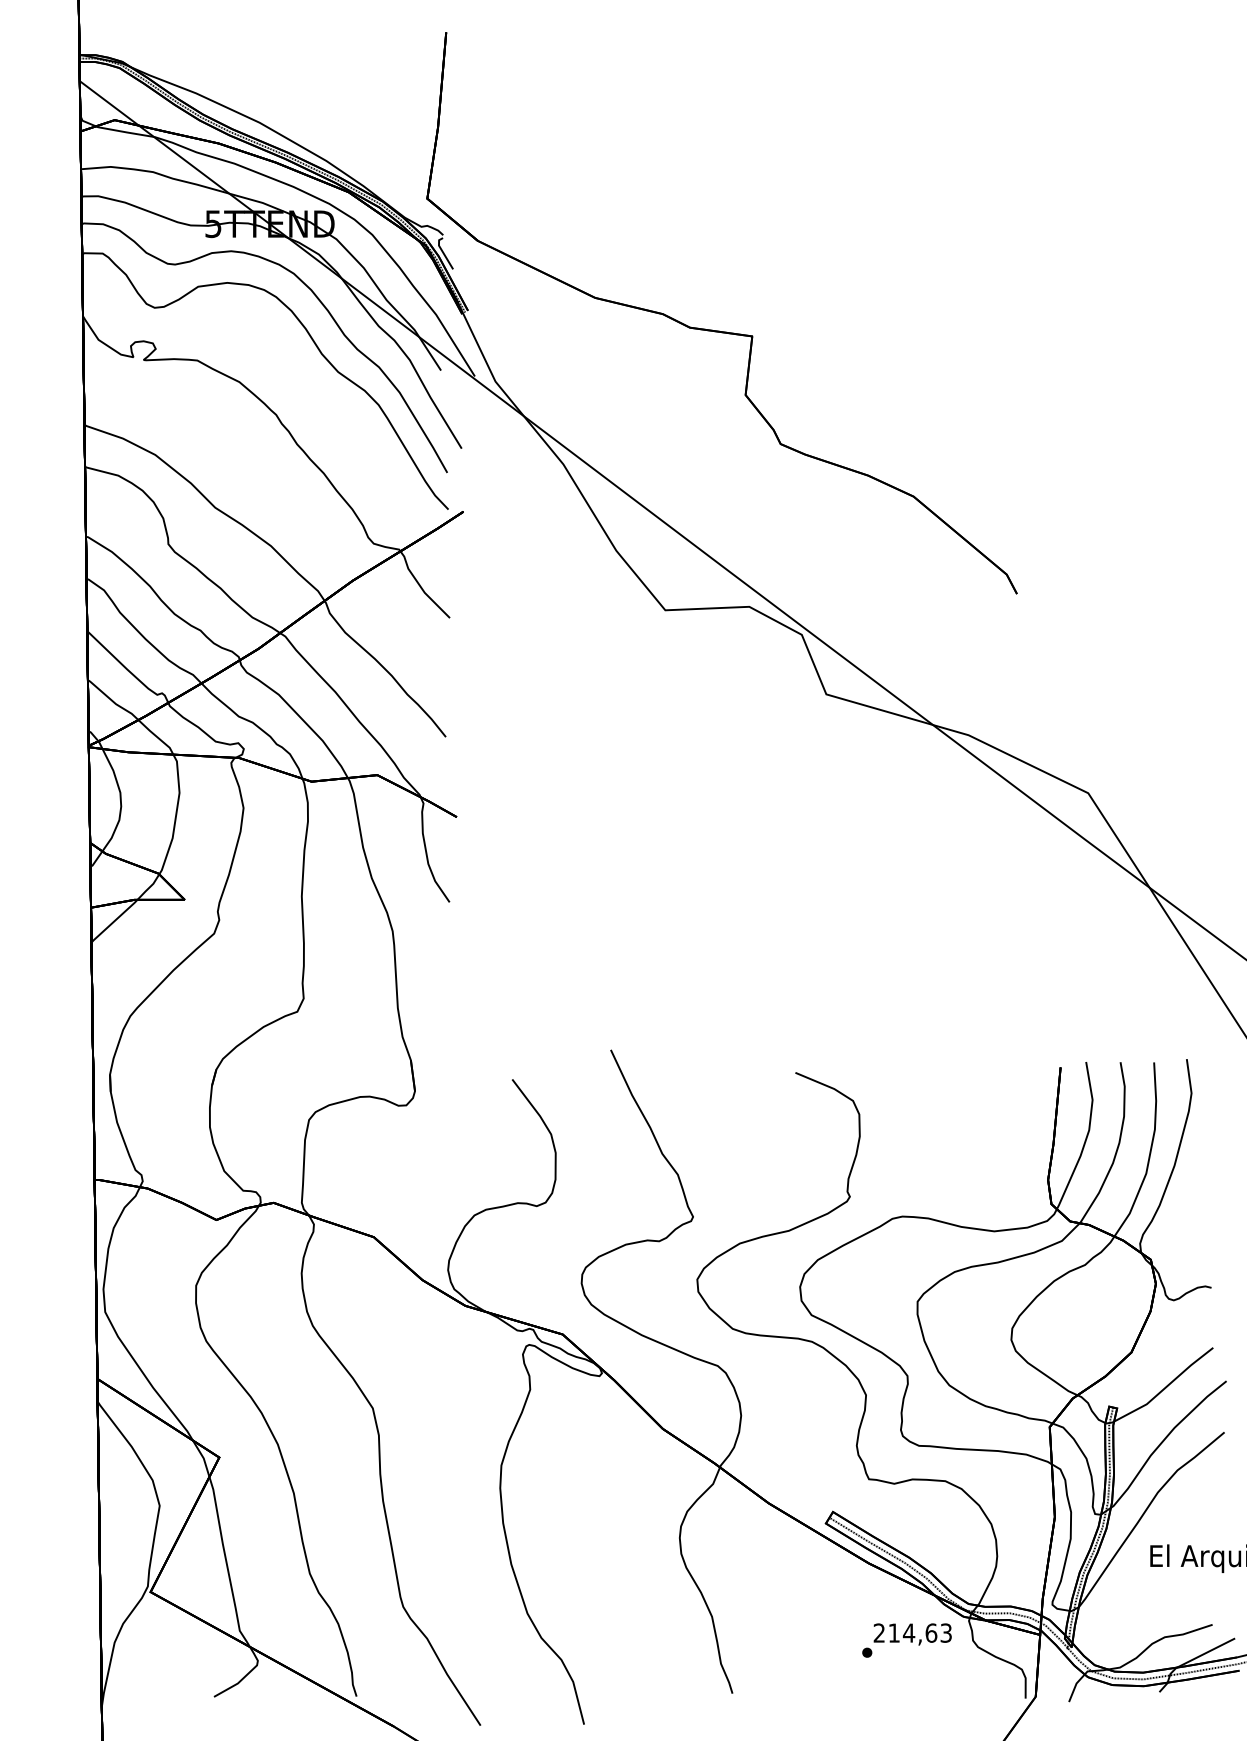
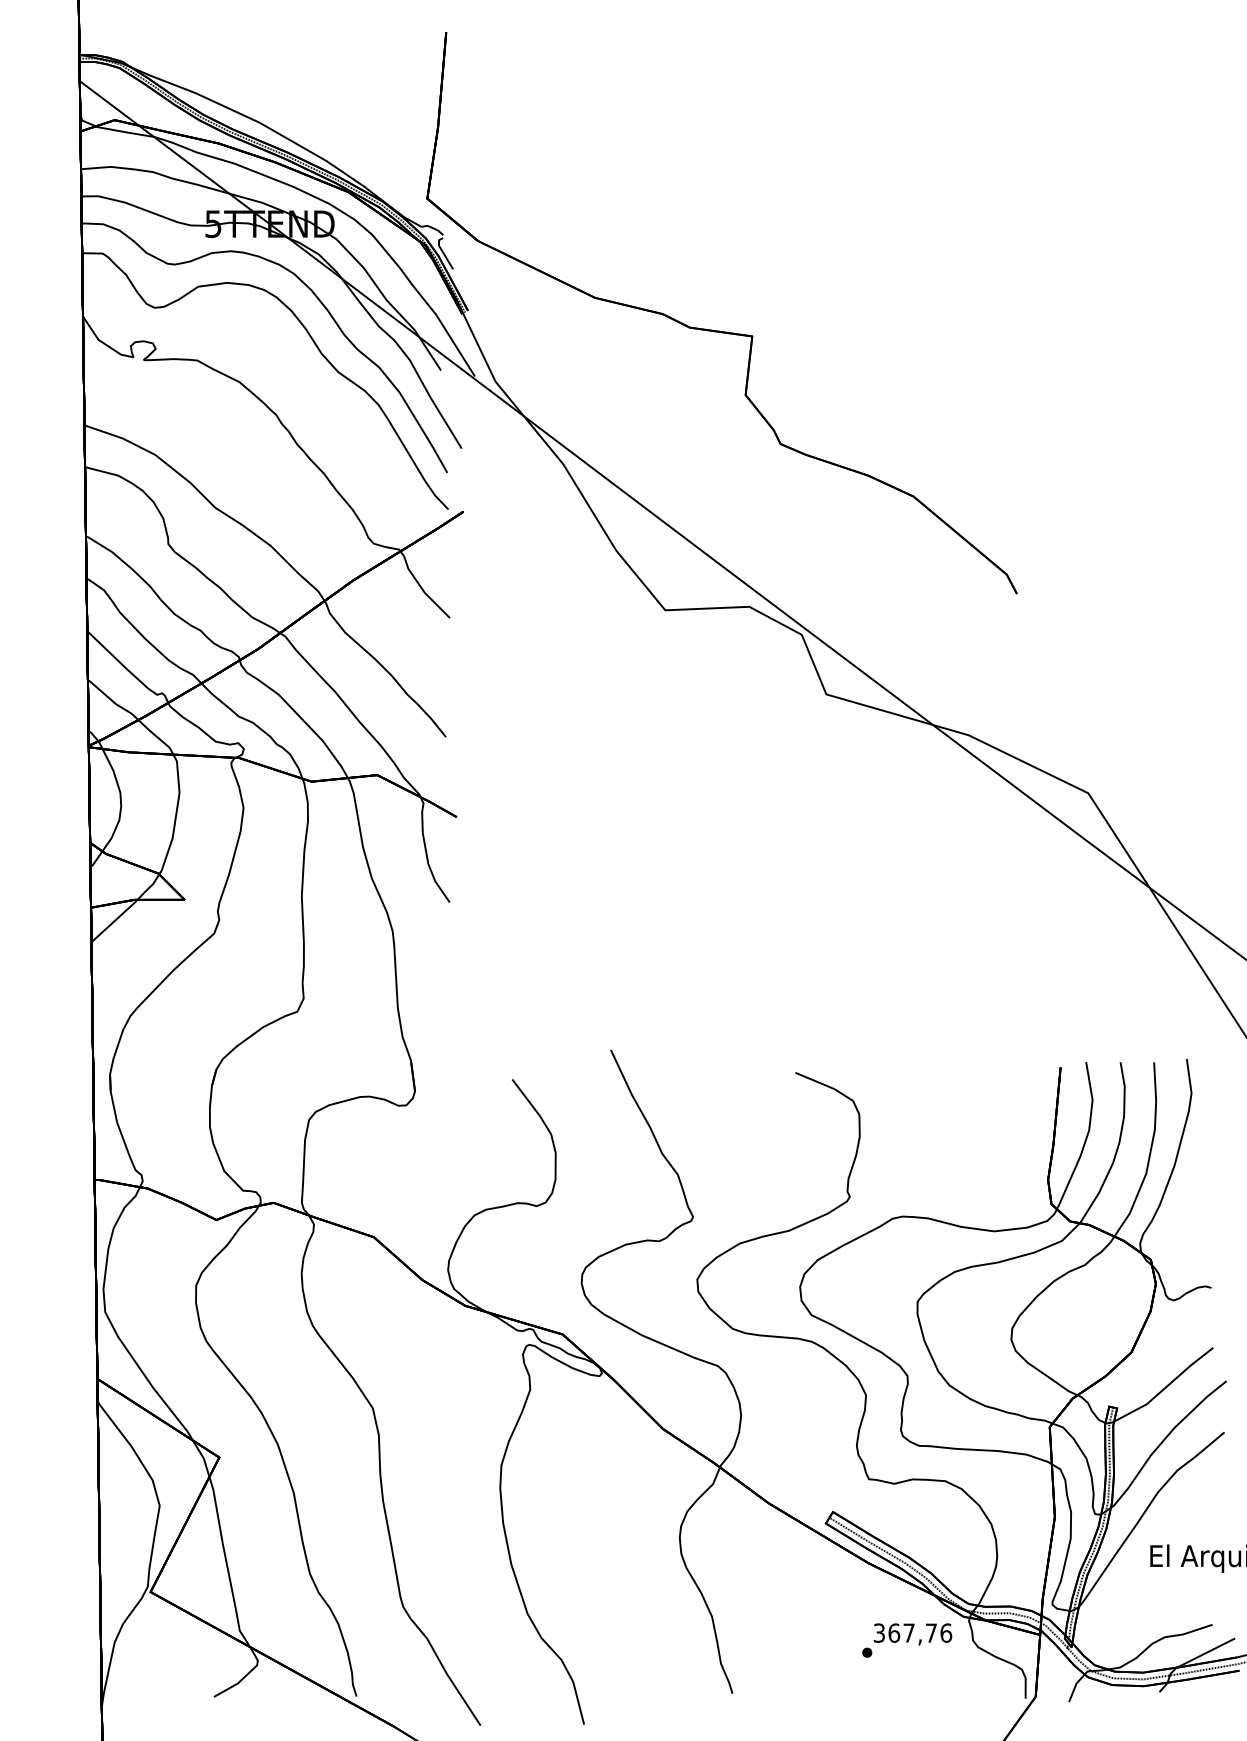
text at (912, 1632): 214,63 -> 367,76
